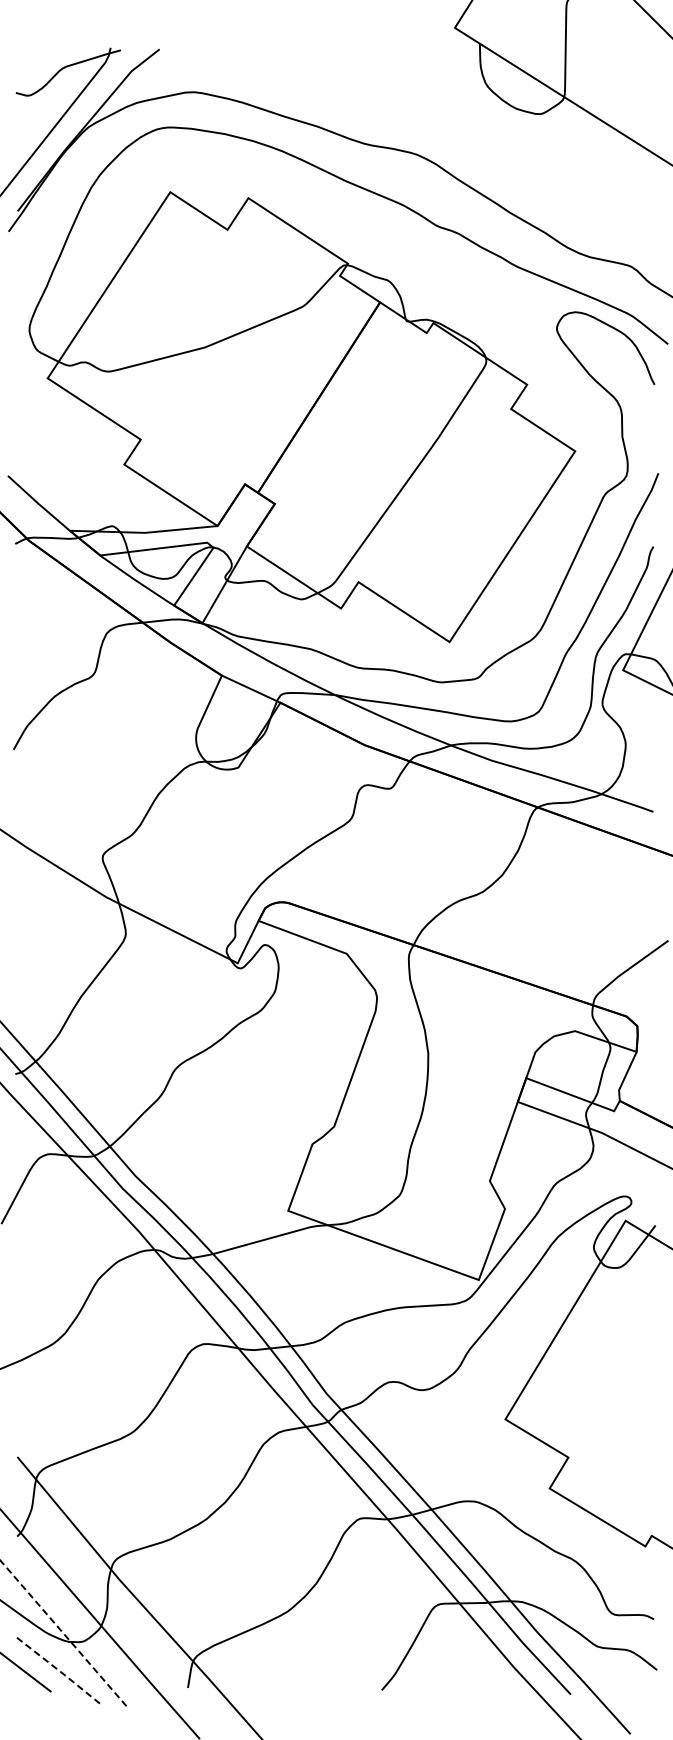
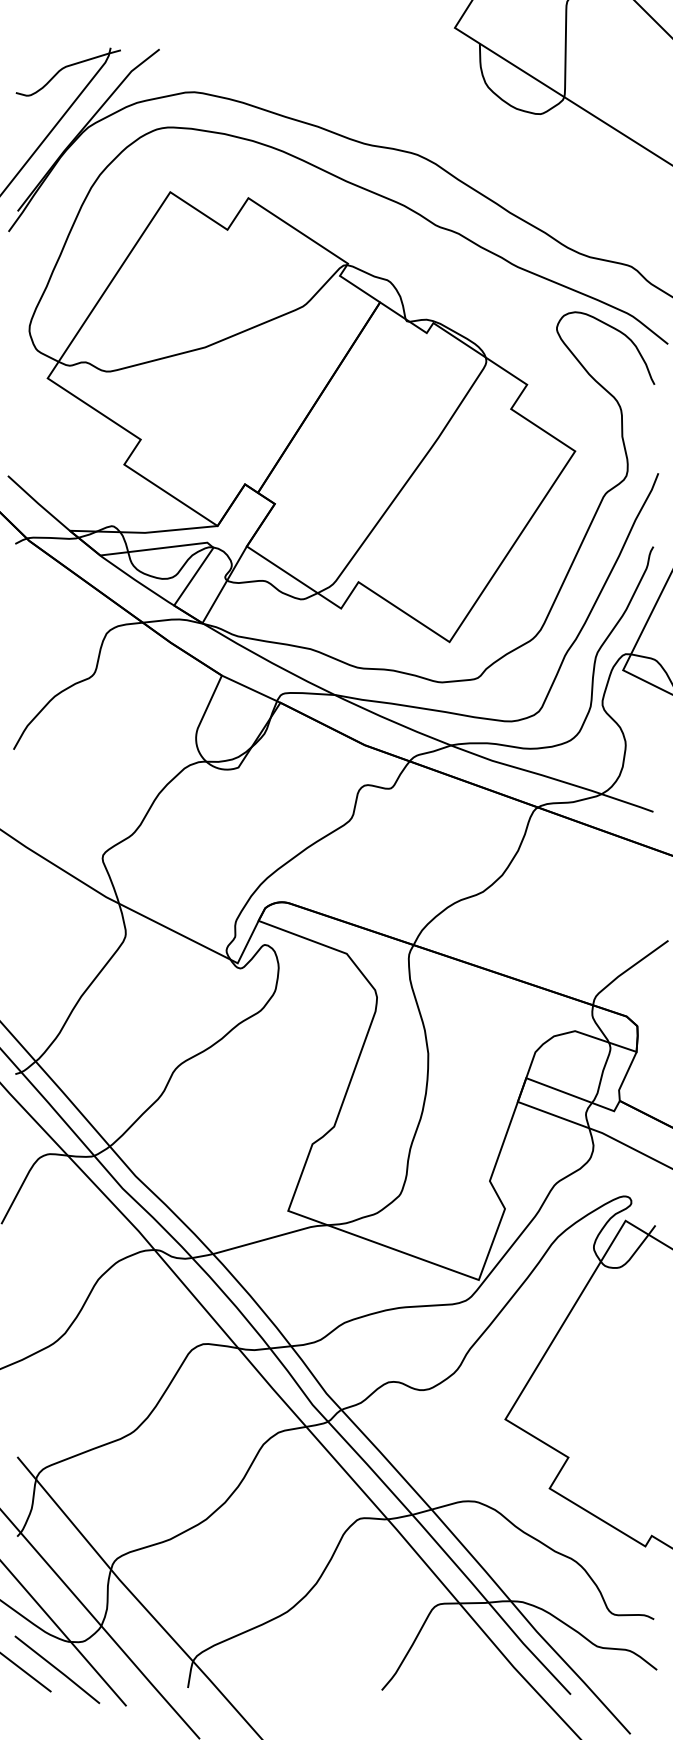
line at (63, 1632): dashed -> solid
line at (57, 1669): dashed -> solid
